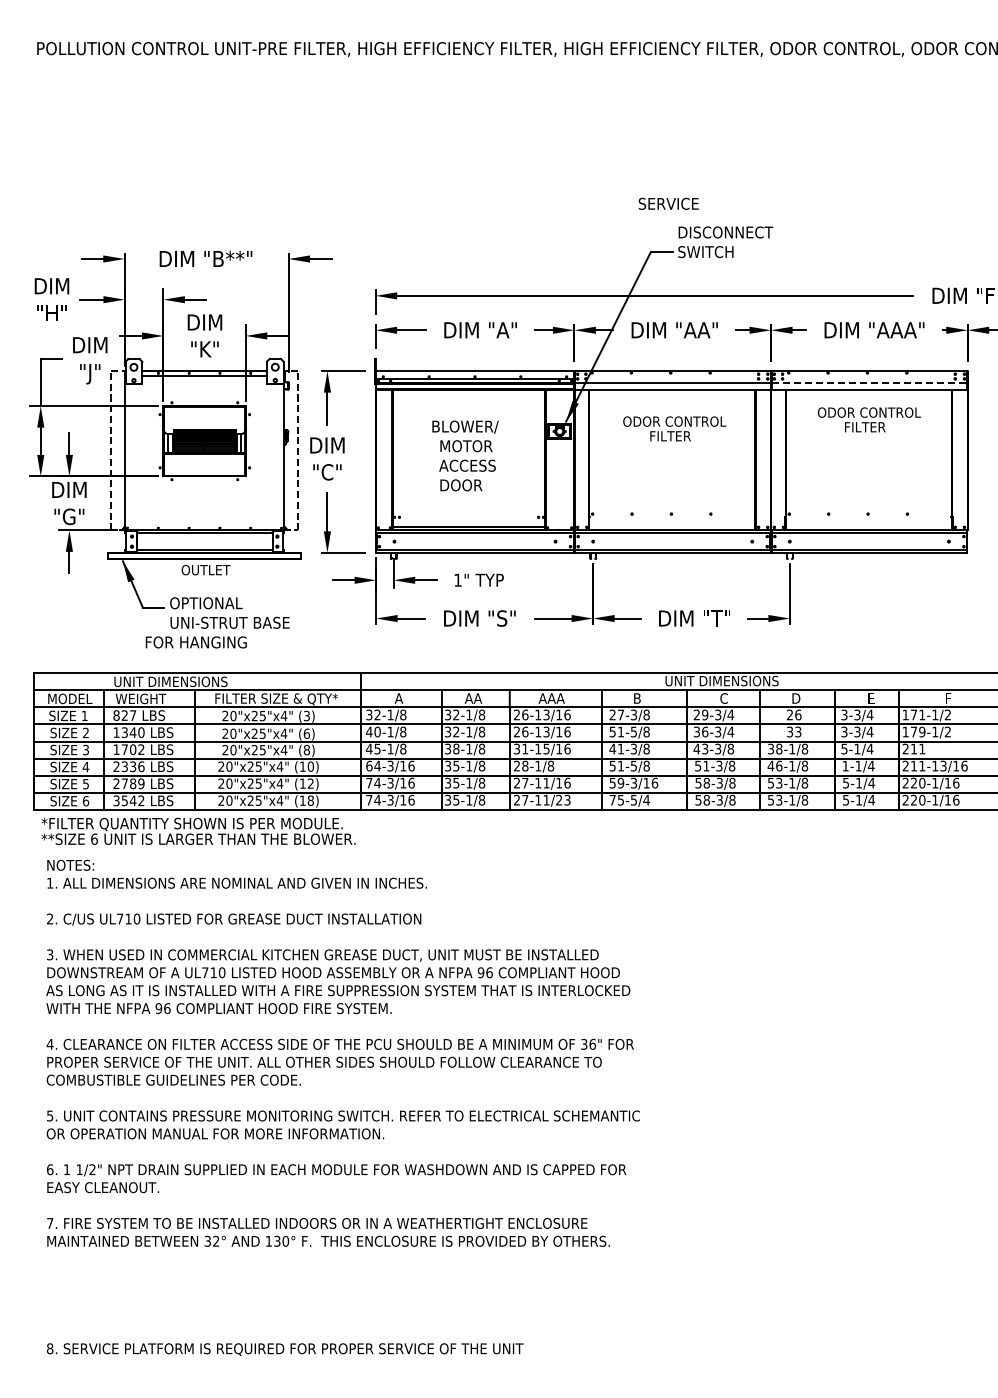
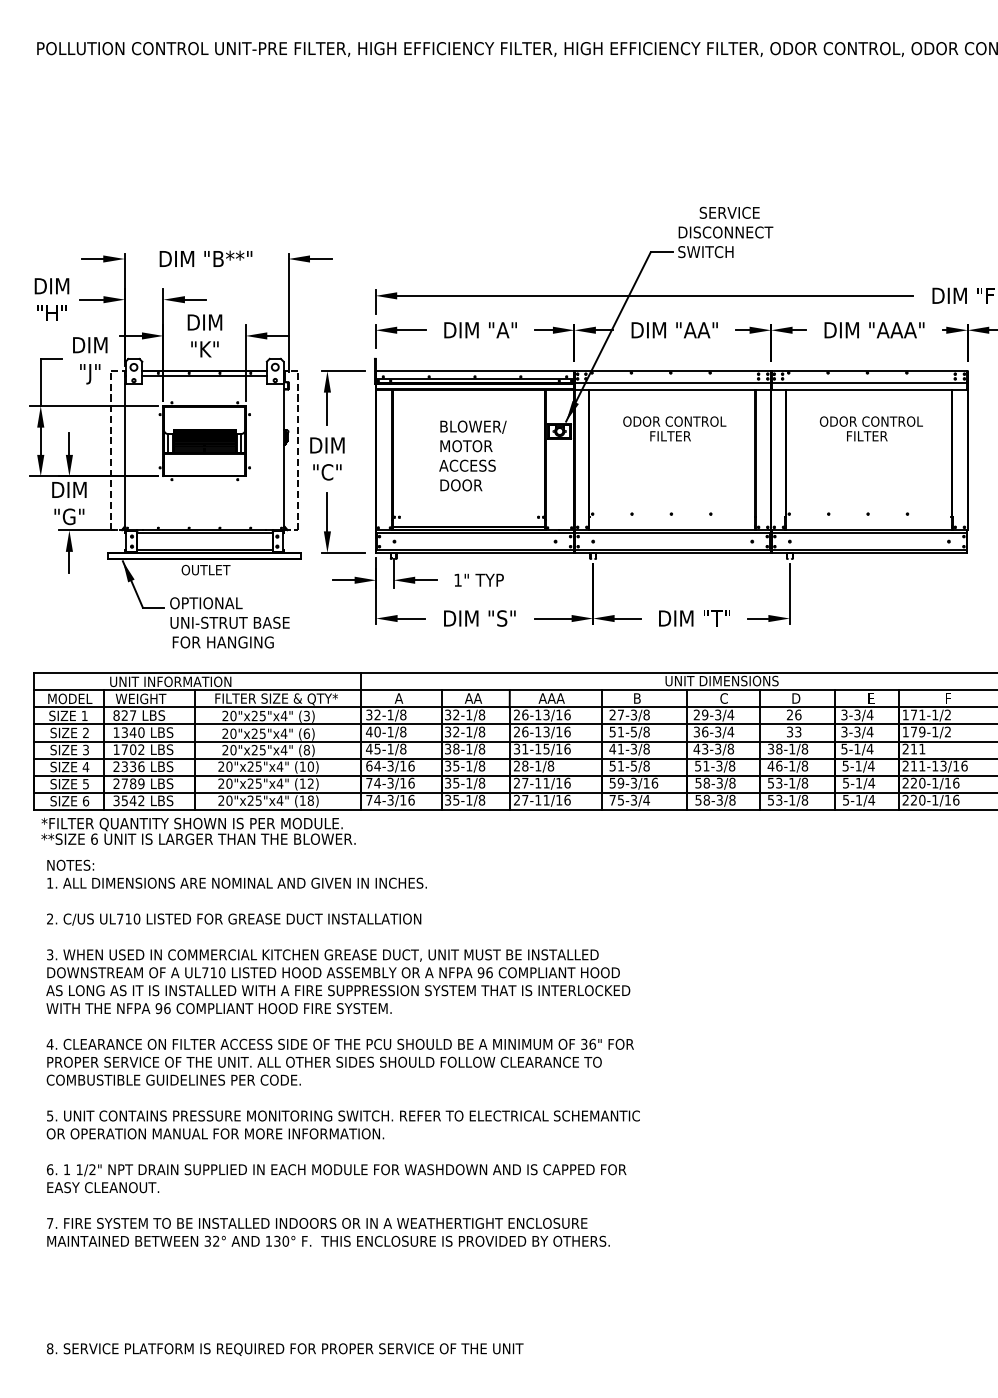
text at (668, 203) position: (668, 203) -> (729, 212)
line at (869, 382): dashed -> solid
text at (868, 419) position: (868, 419) -> (870, 428)
text at (465, 426) position: (465, 426) -> (473, 426)
text at (195, 642) position: (195, 642) -> (222, 642)
text at (170, 681): UNIT DIMENSIONS -> UNIT INFORMATION
text at (845, 765): 1-1/4 -> 5-1/4
text at (563, 799): 27-11/23 -> 27-11/16
text at (633, 799): 75-5/4 -> 75-3/4
